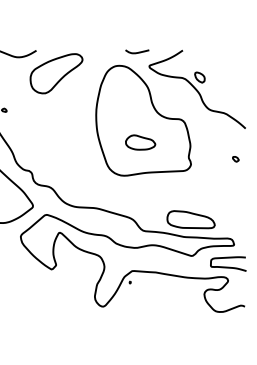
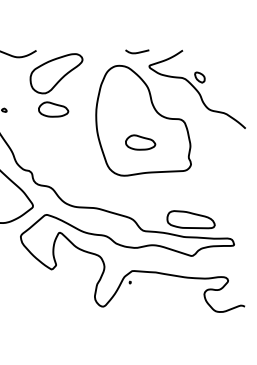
part at (53, 109): none -> present
part at (235, 159): present -> none
curve at (228, 266): present -> none
